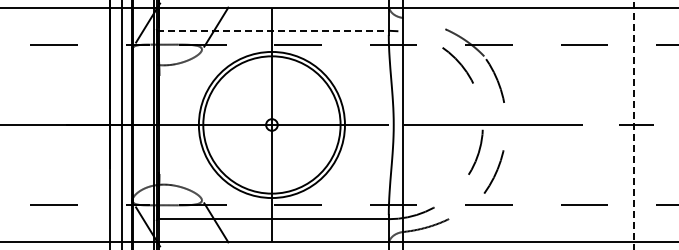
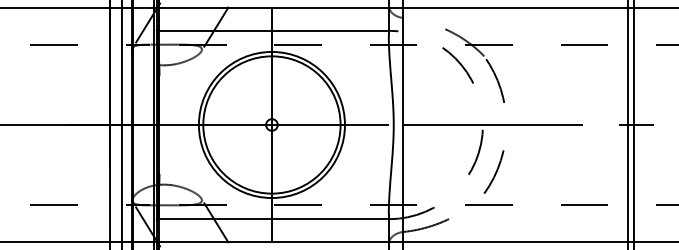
line at (273, 30): dashed -> solid
line at (628, 124): none -> present
line at (634, 124): dashed -> solid
